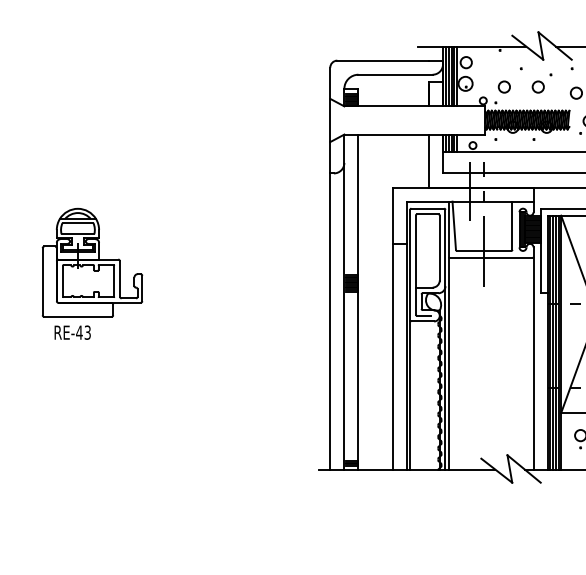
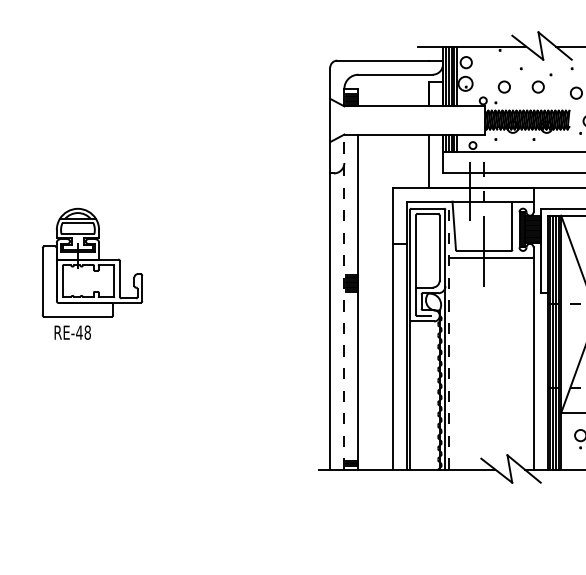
line at (344, 301): solid -> dashed
text at (87, 332): RE-43 -> RE-48
line at (449, 335): solid -> dashed
